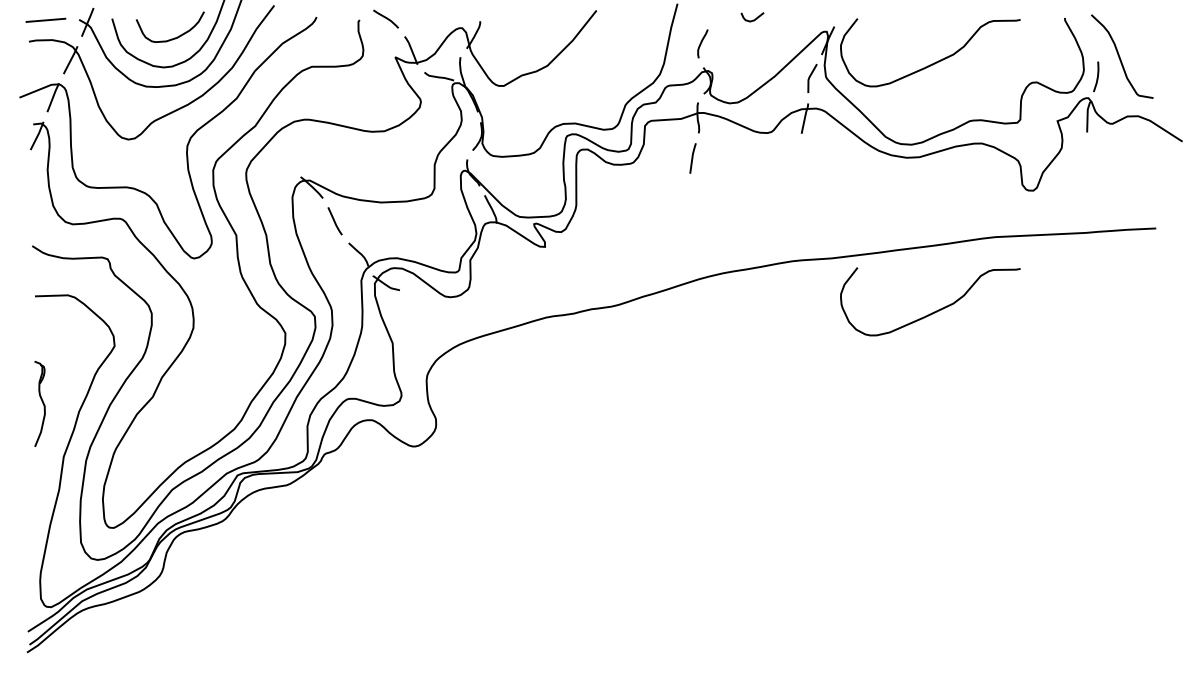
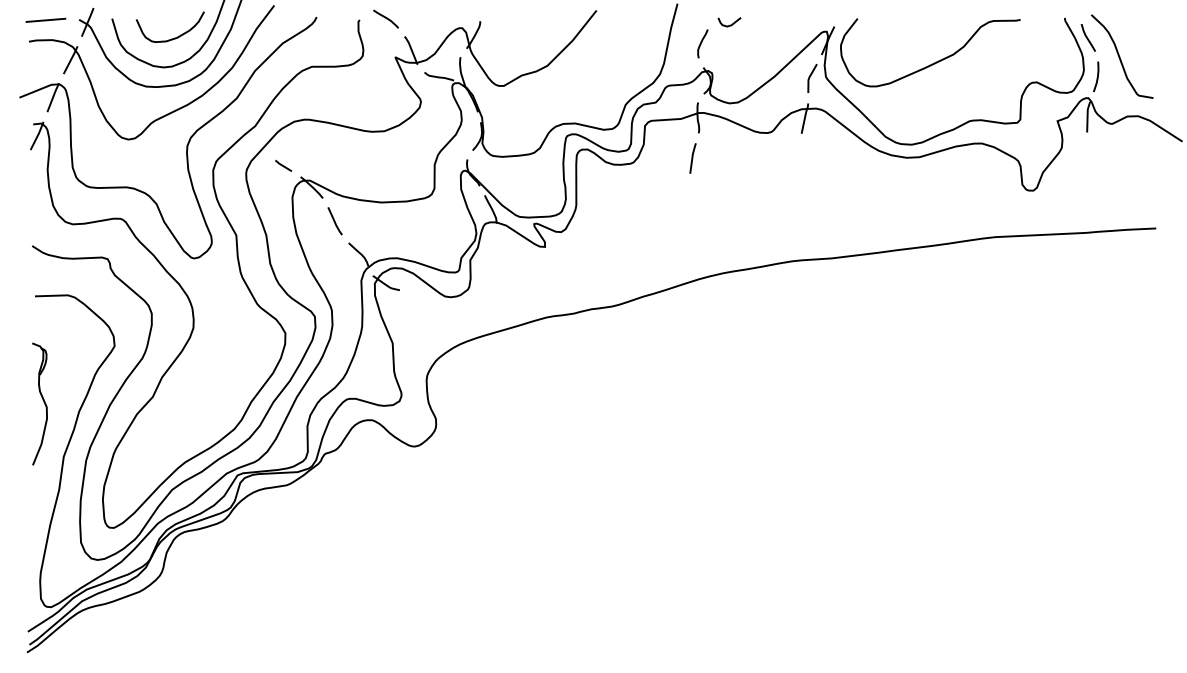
curve at (753, 19) position: (753, 19) -> (730, 24)
curve at (1087, 37): none -> present
line at (283, 165): none -> present
curve at (934, 311): present -> none
part at (39, 403) size: 12x87 px -> 16x124 px
